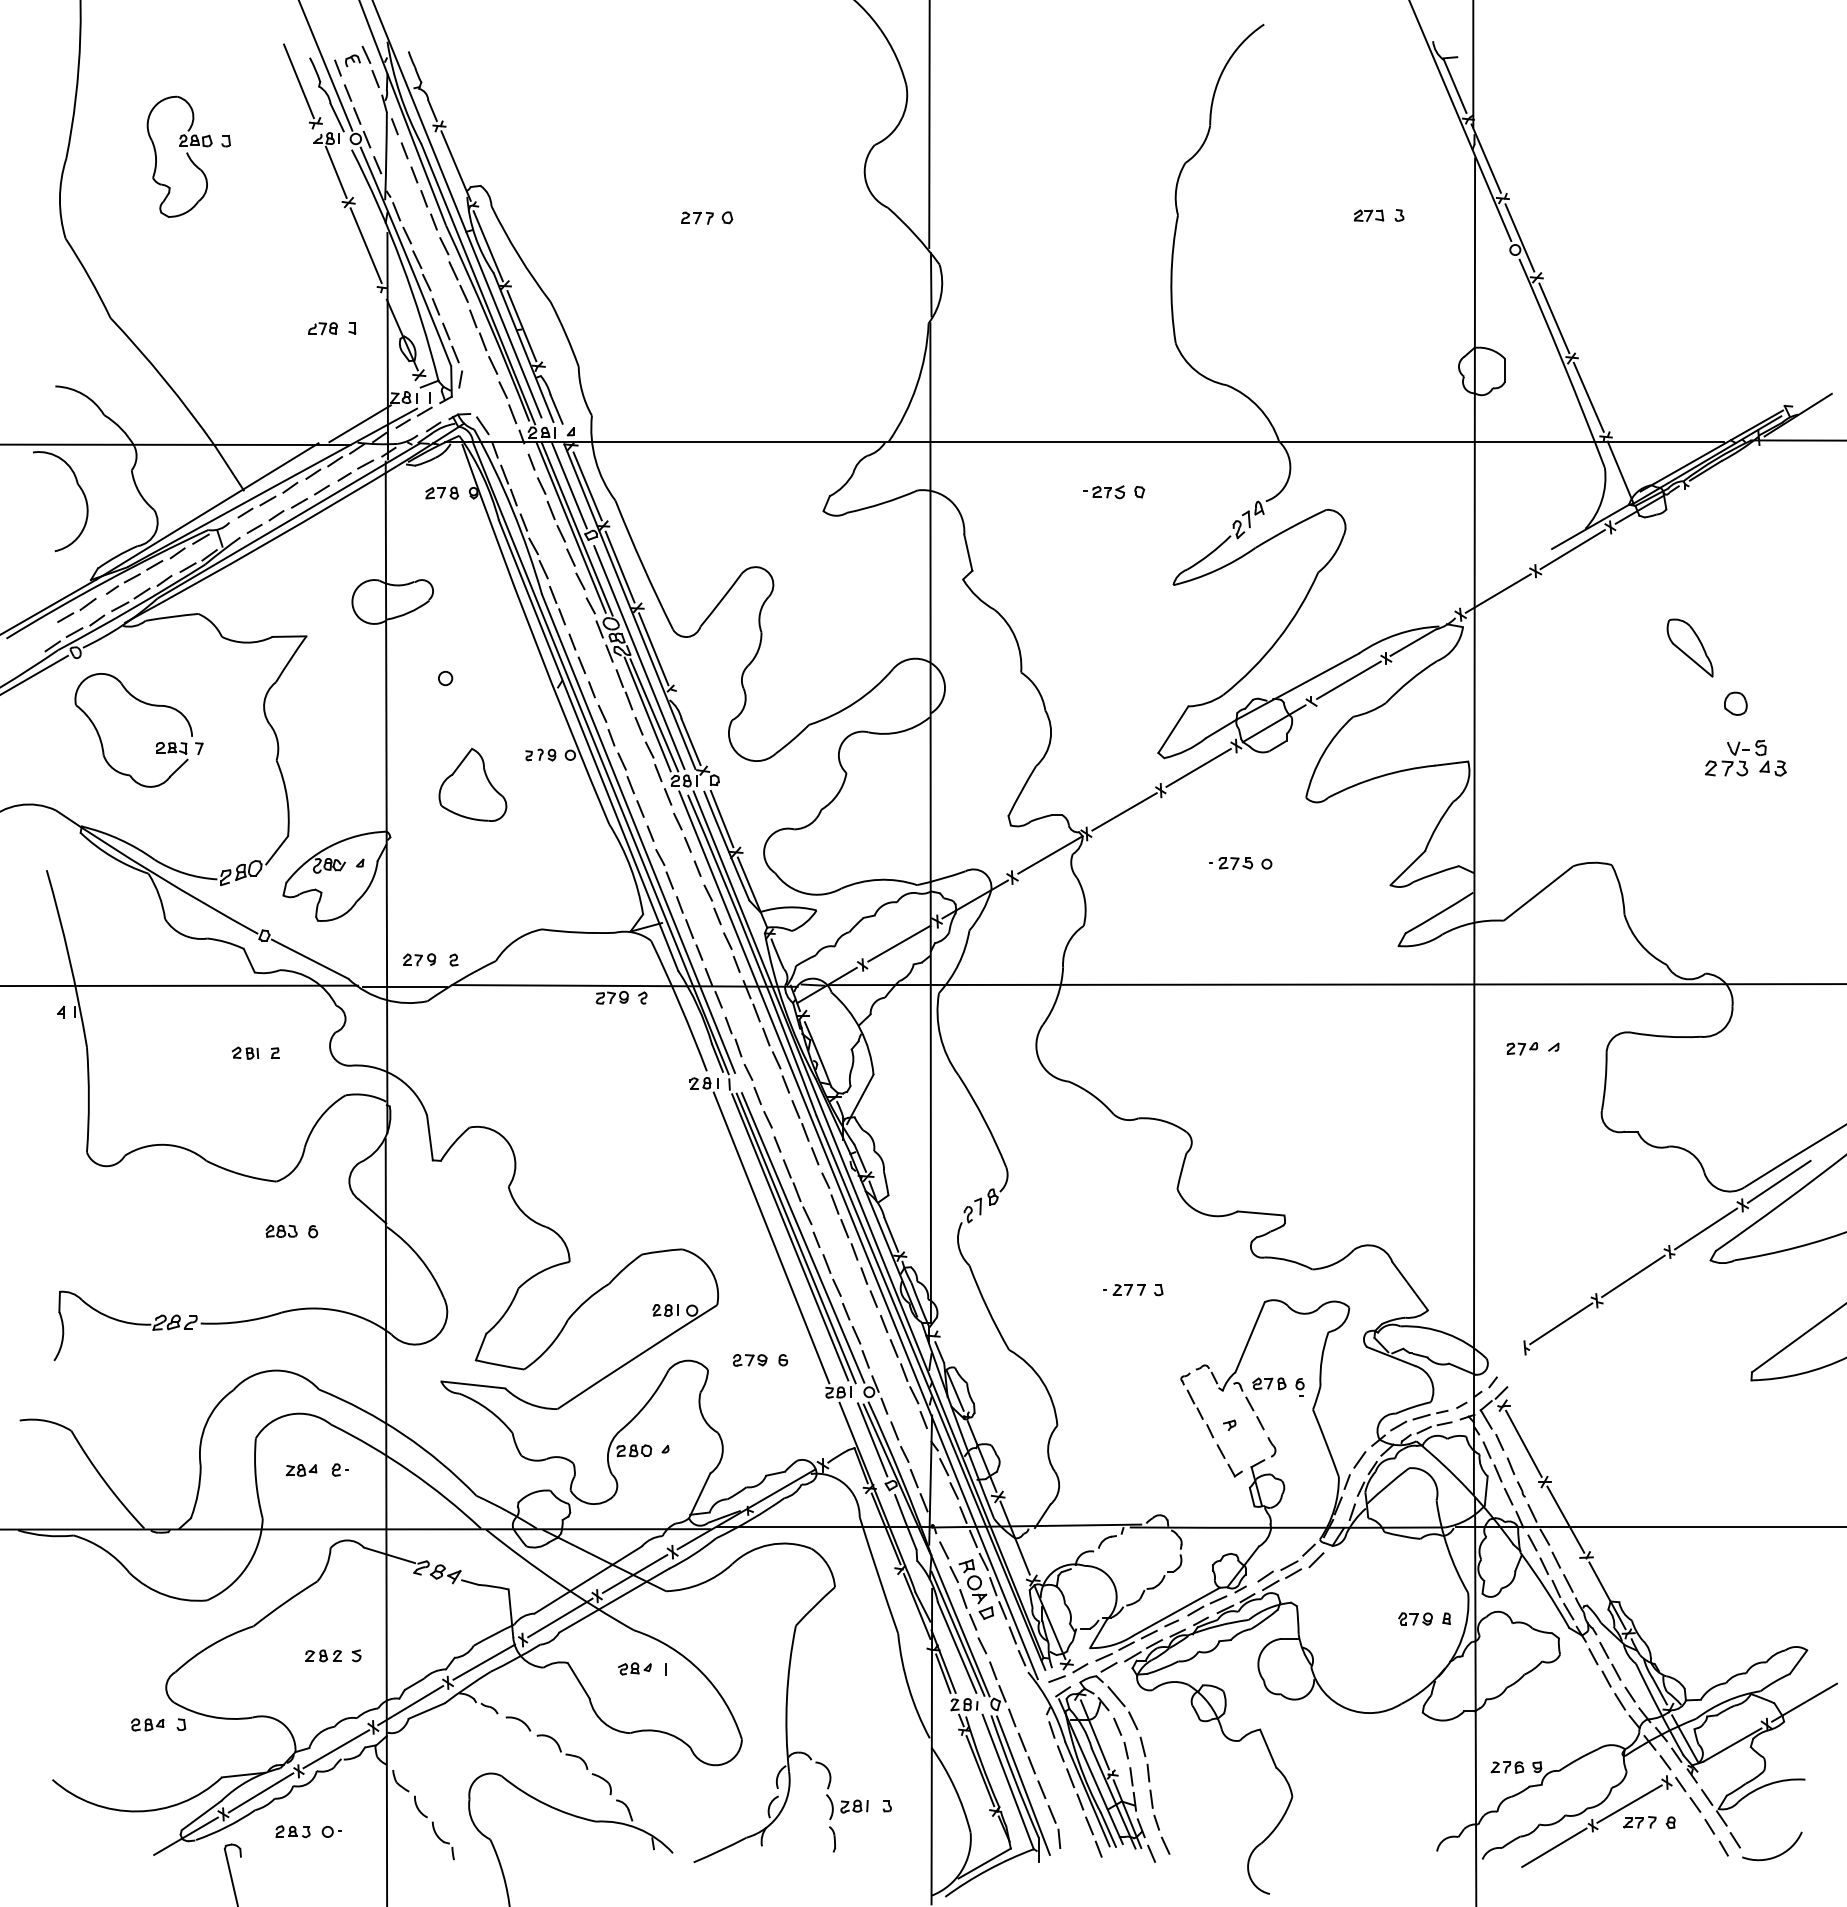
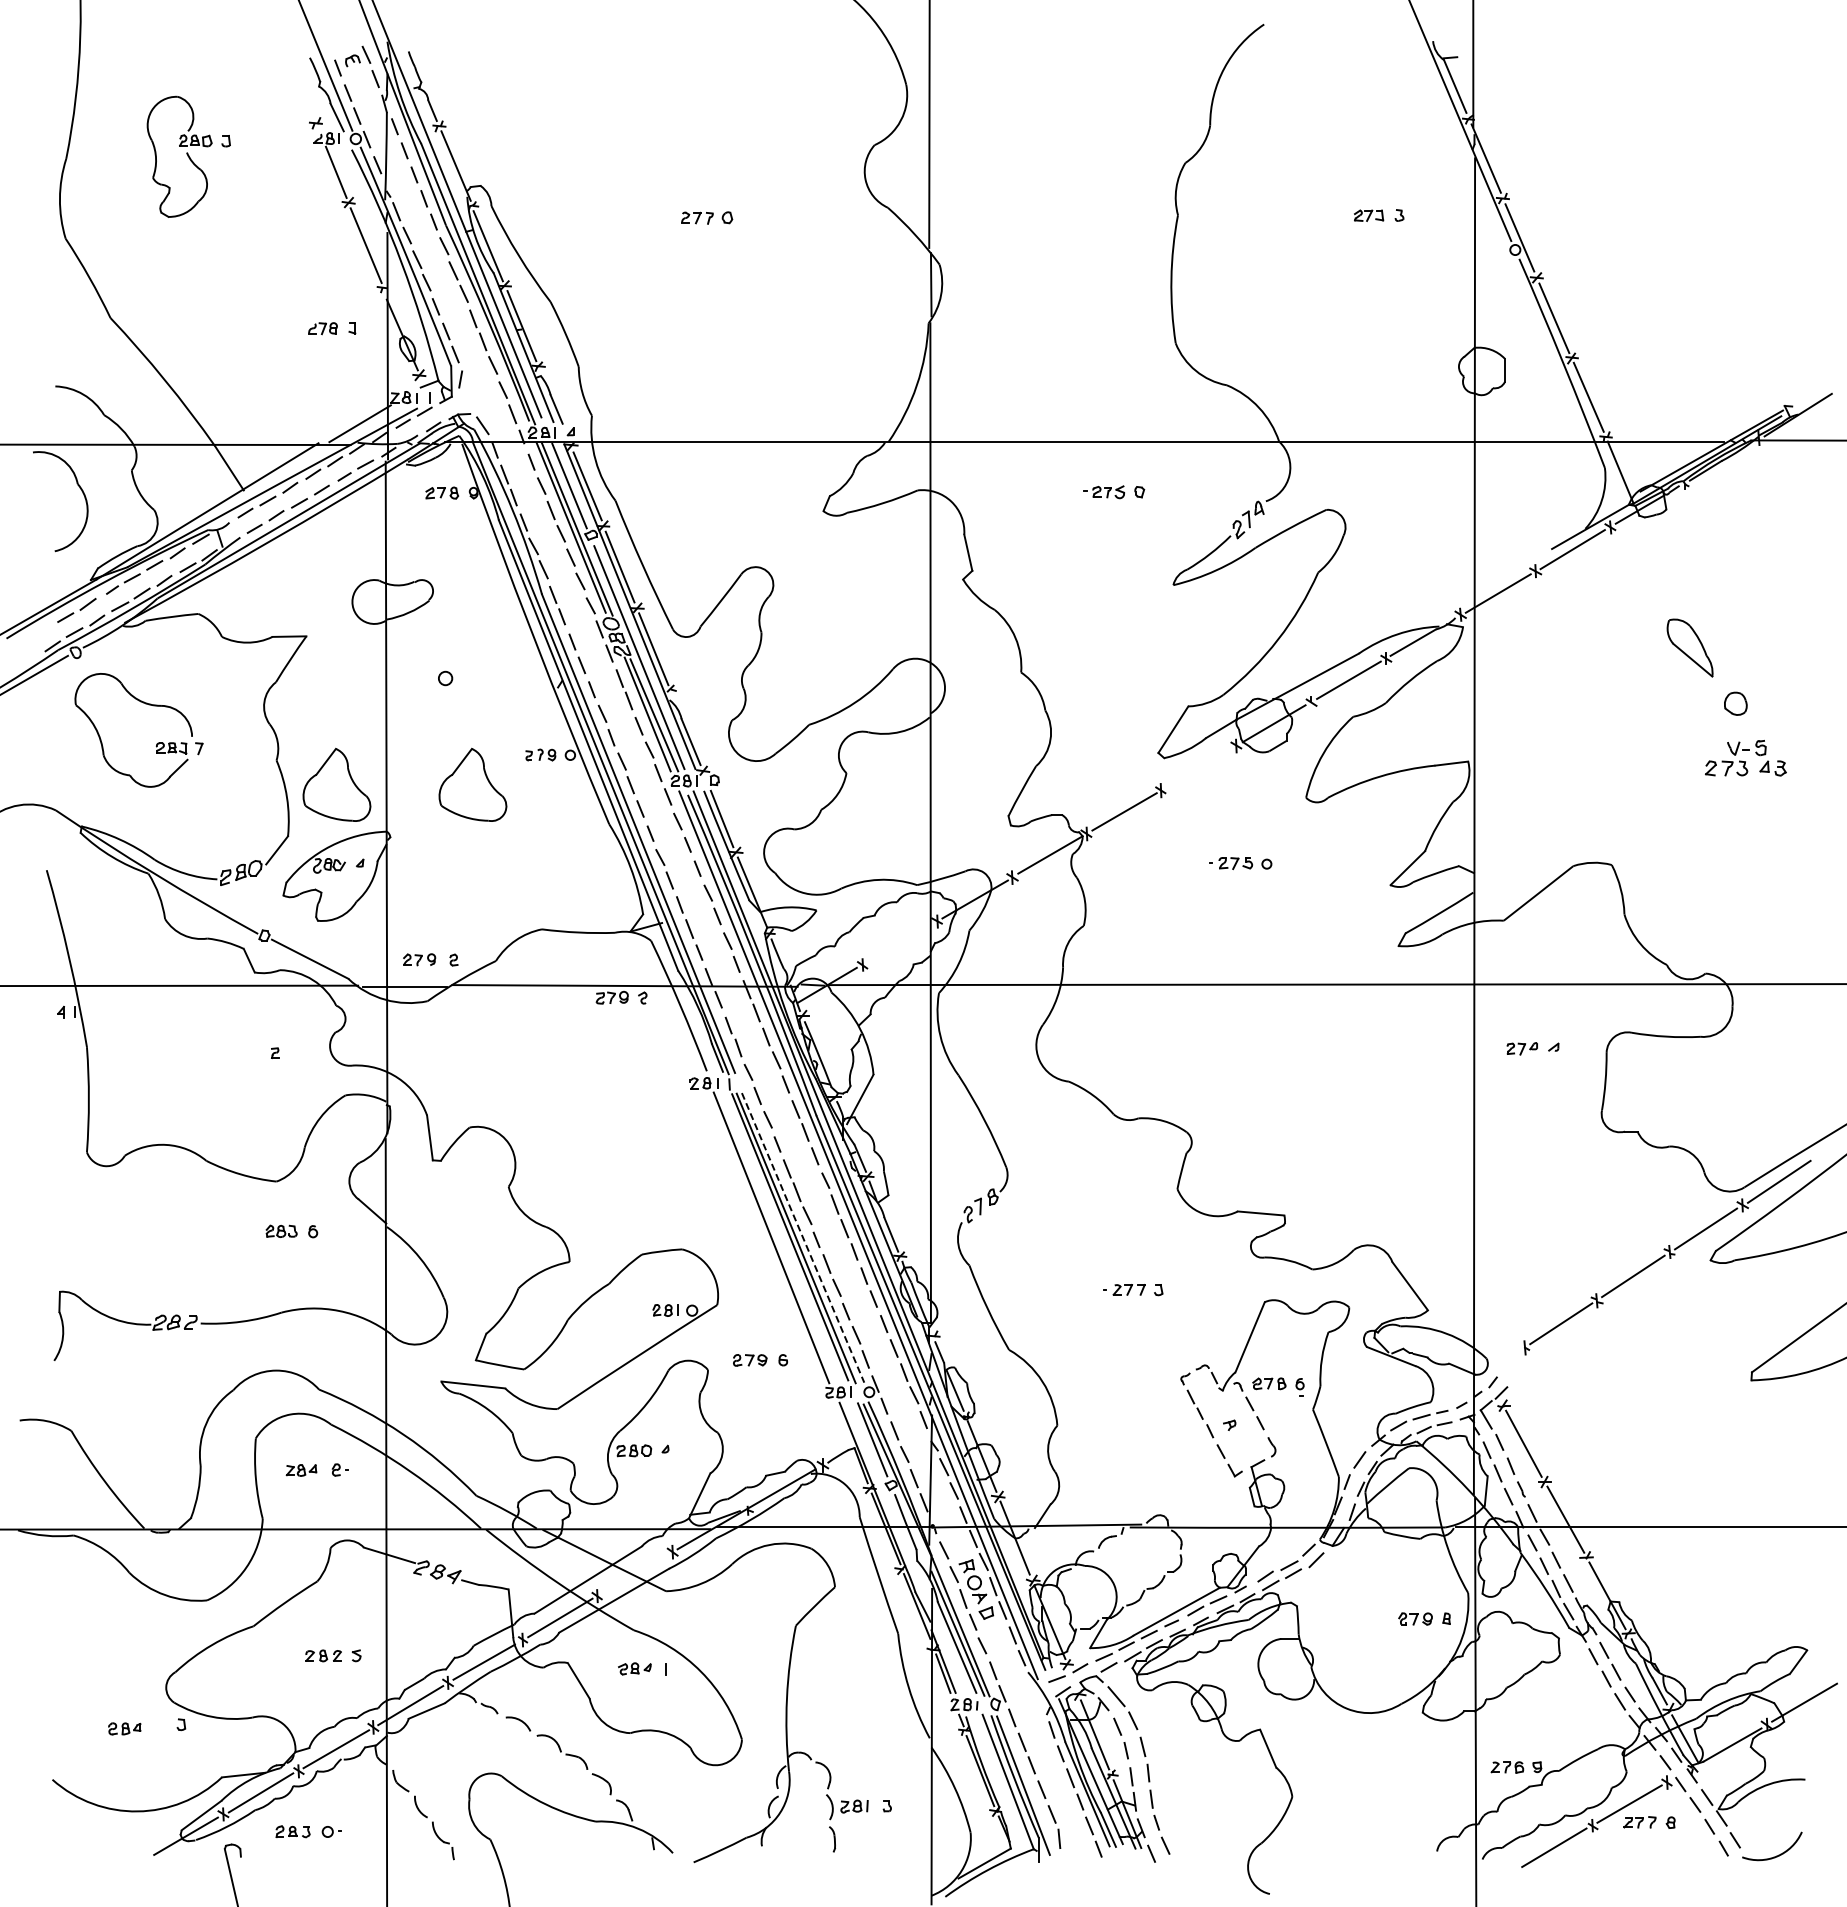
line at (298, 81): present -> none
line at (1198, 767): present -> none
part at (336, 784): none -> present
line at (899, 943): present -> none
part at (245, 1052): present -> none
line at (803, 1238): solid -> dashed
line at (634, 1573): present -> none
part at (147, 1724) position: (147, 1724) -> (124, 1728)
